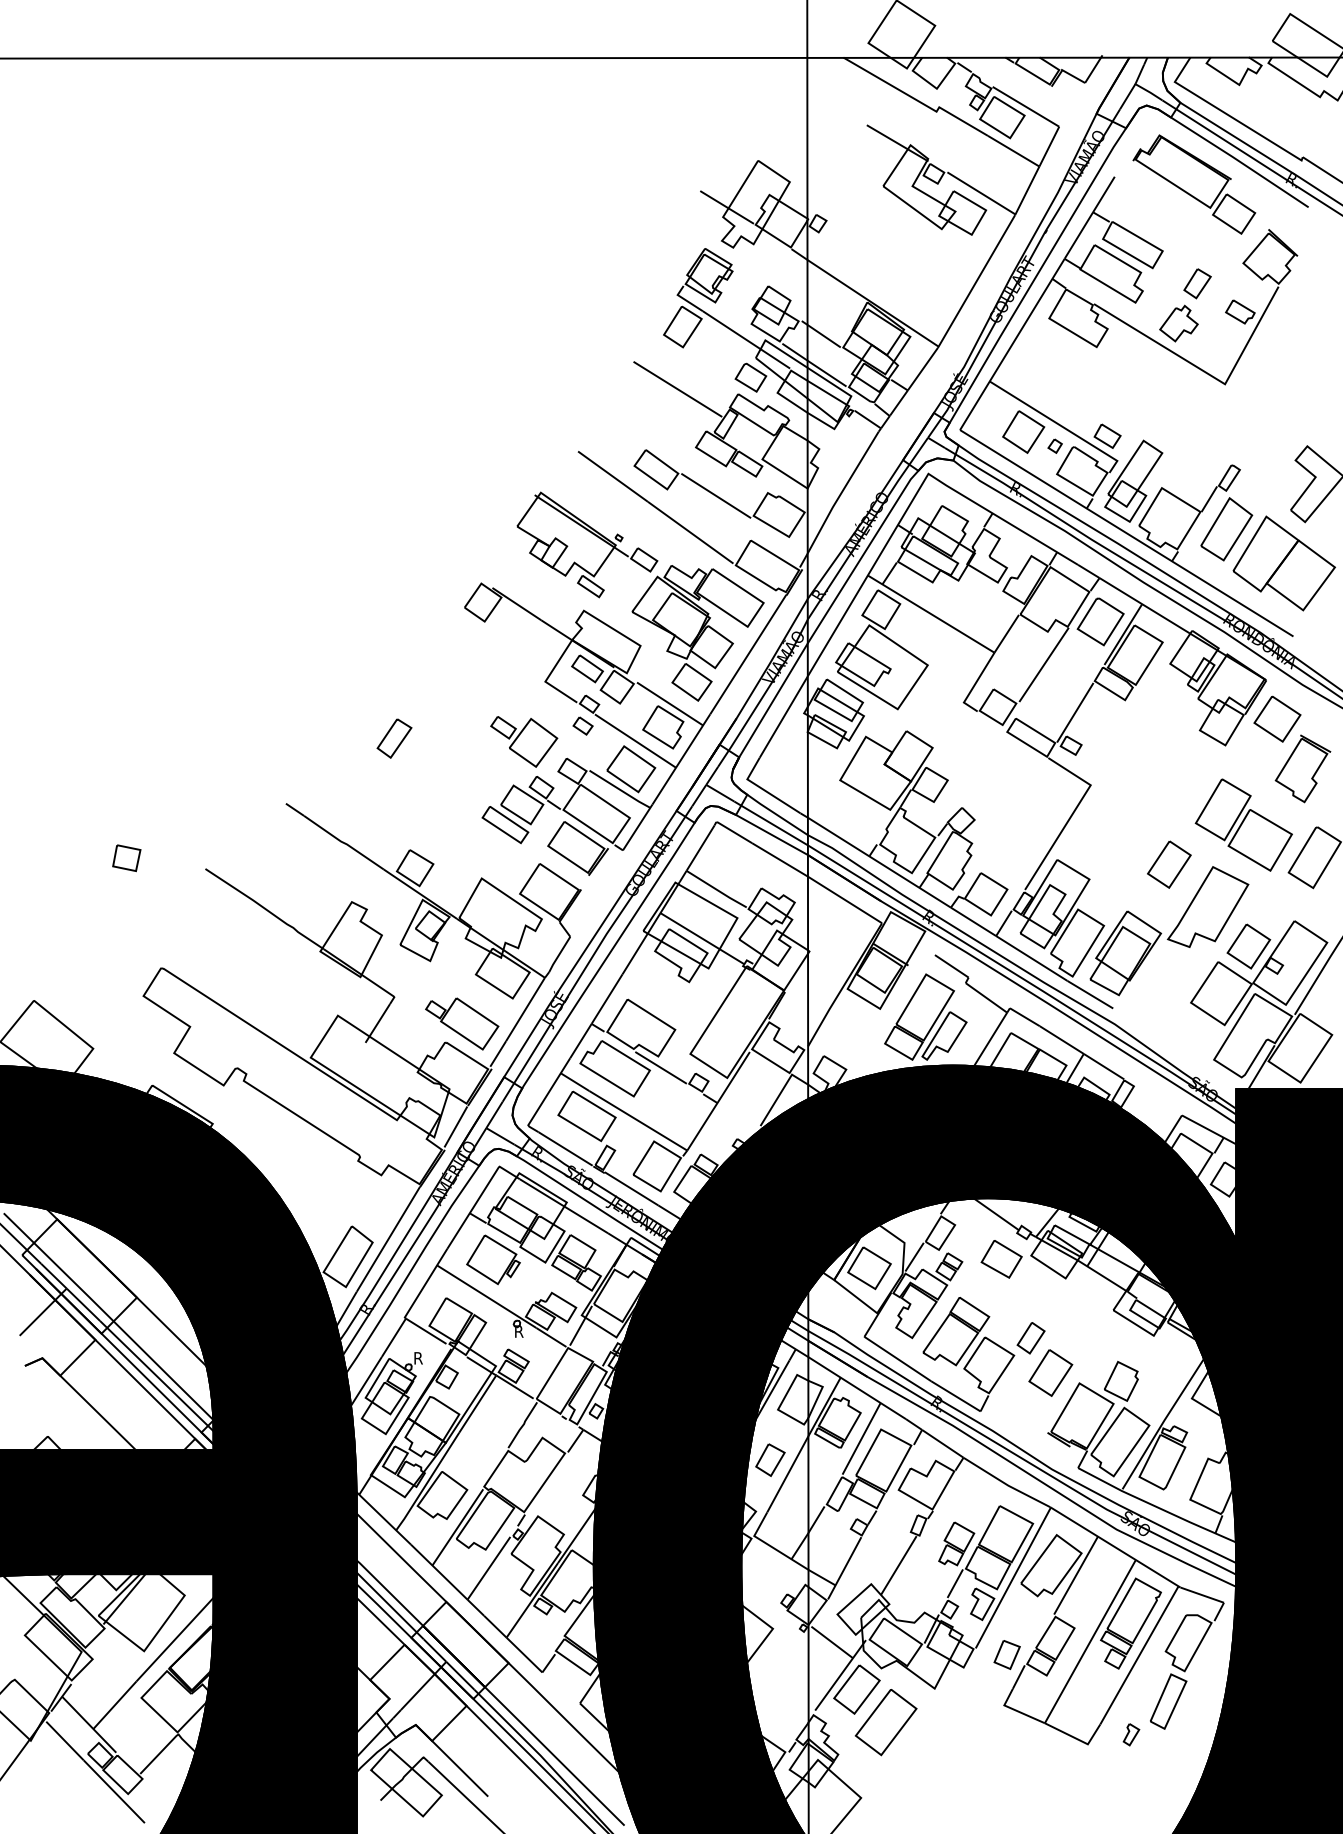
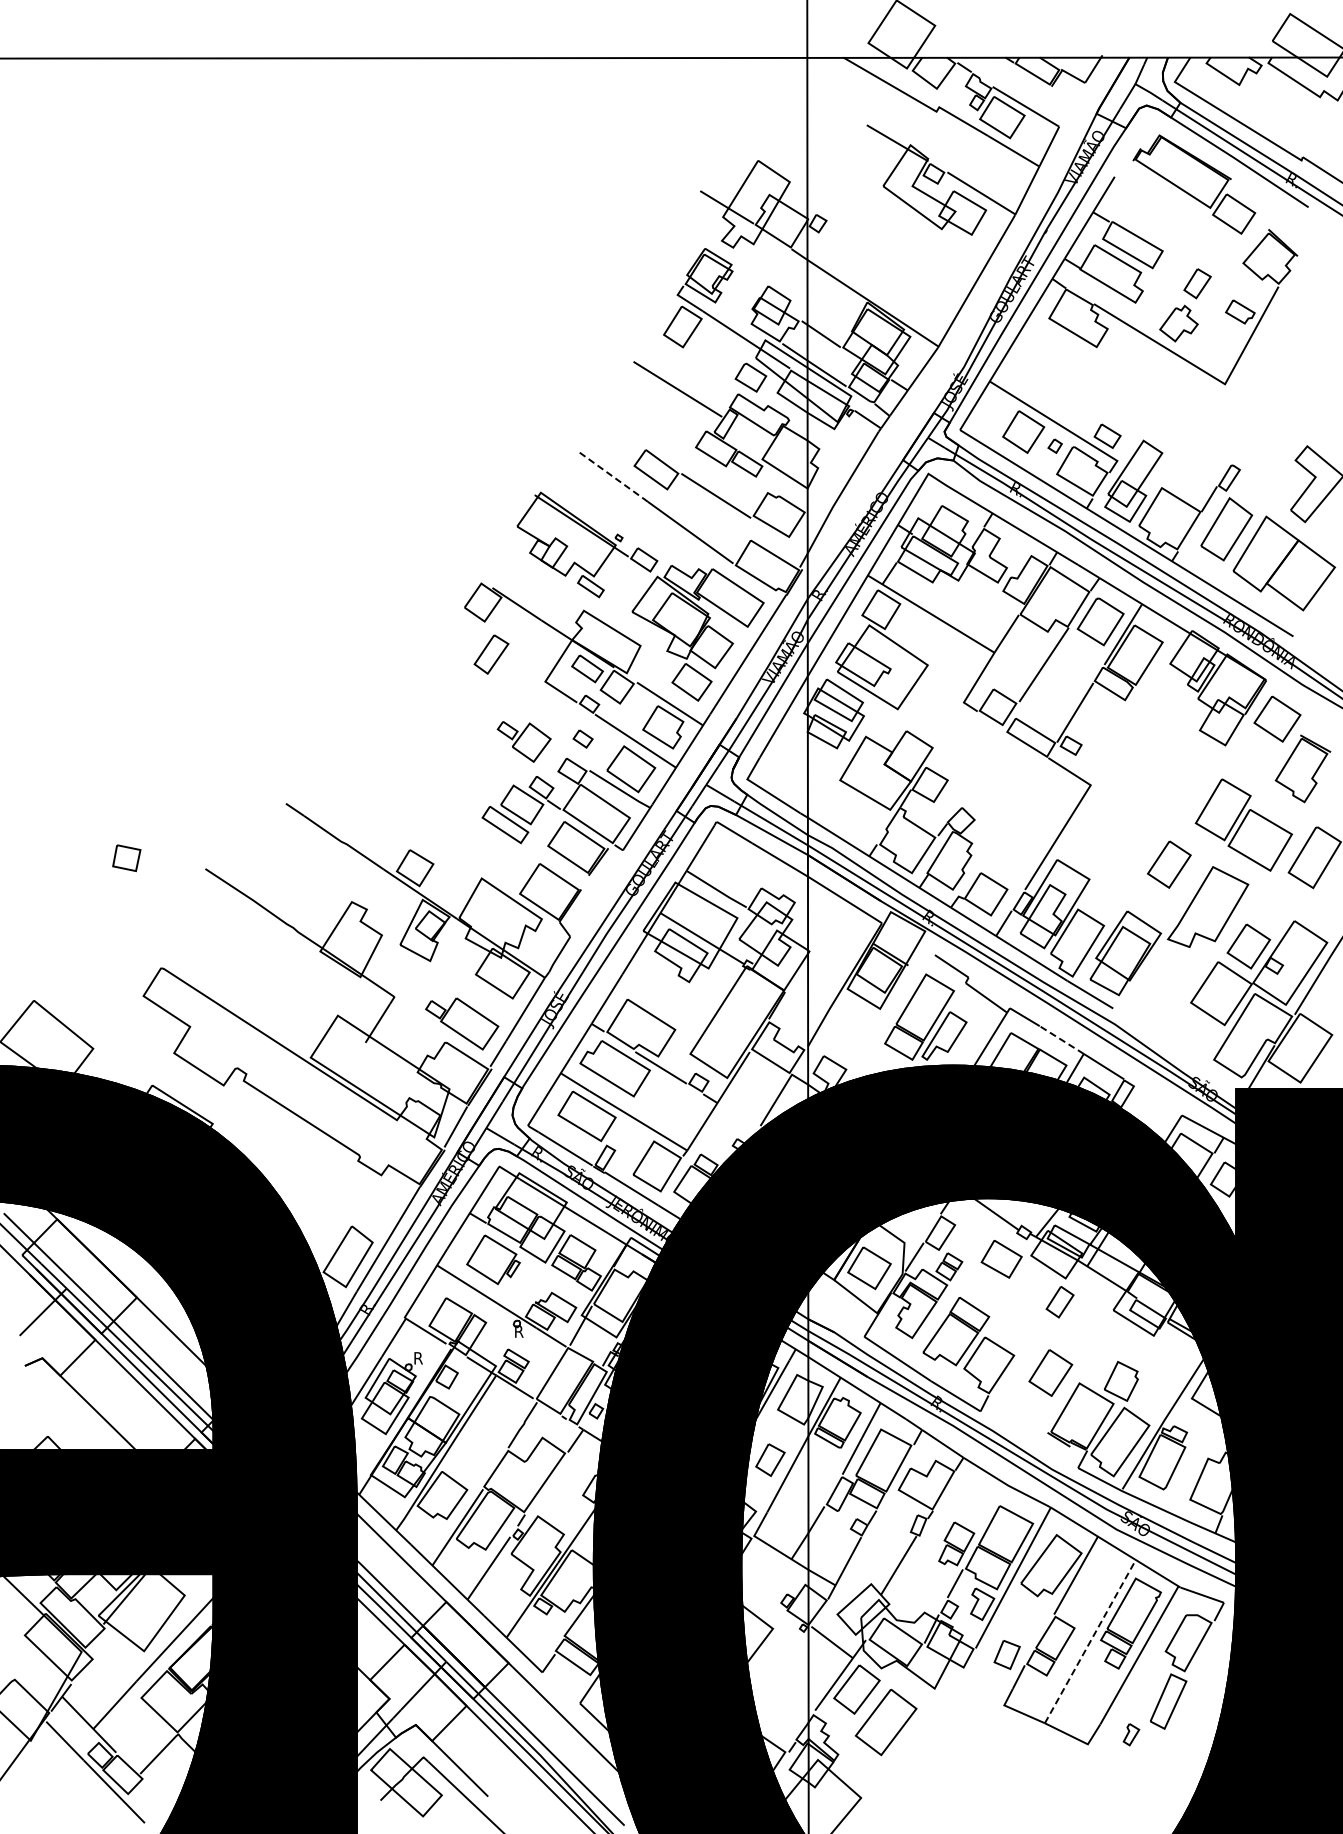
line at (613, 476): solid -> dashed
part at (582, 725) position: (582, 725) -> (582, 738)
part at (394, 738) position: (394, 738) -> (491, 654)
part at (524, 741) size: 69x52 px -> 56x42 px
line at (1061, 1039): solid -> dashed
part at (1030, 1338) position: (1030, 1338) -> (1059, 1302)
line at (1090, 1641): solid -> dashed
